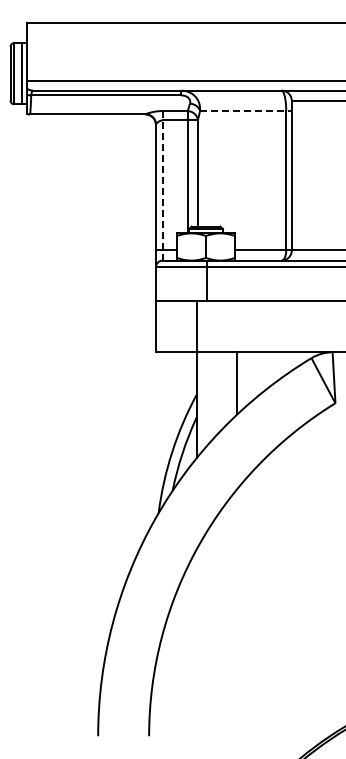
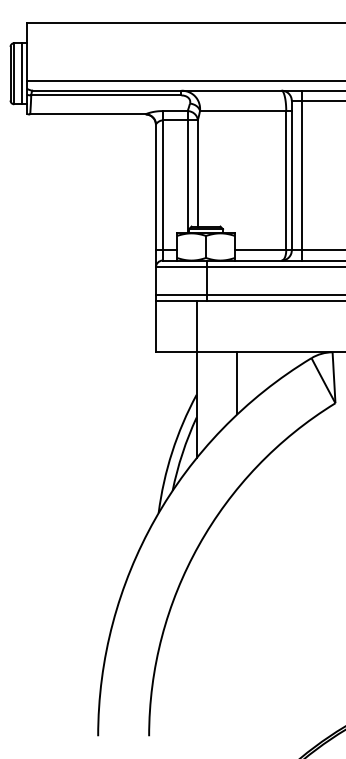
line at (245, 111): dashed -> solid
line at (302, 175): none -> present
line at (162, 185): dashed -> solid
line at (248, 294): none -> present
